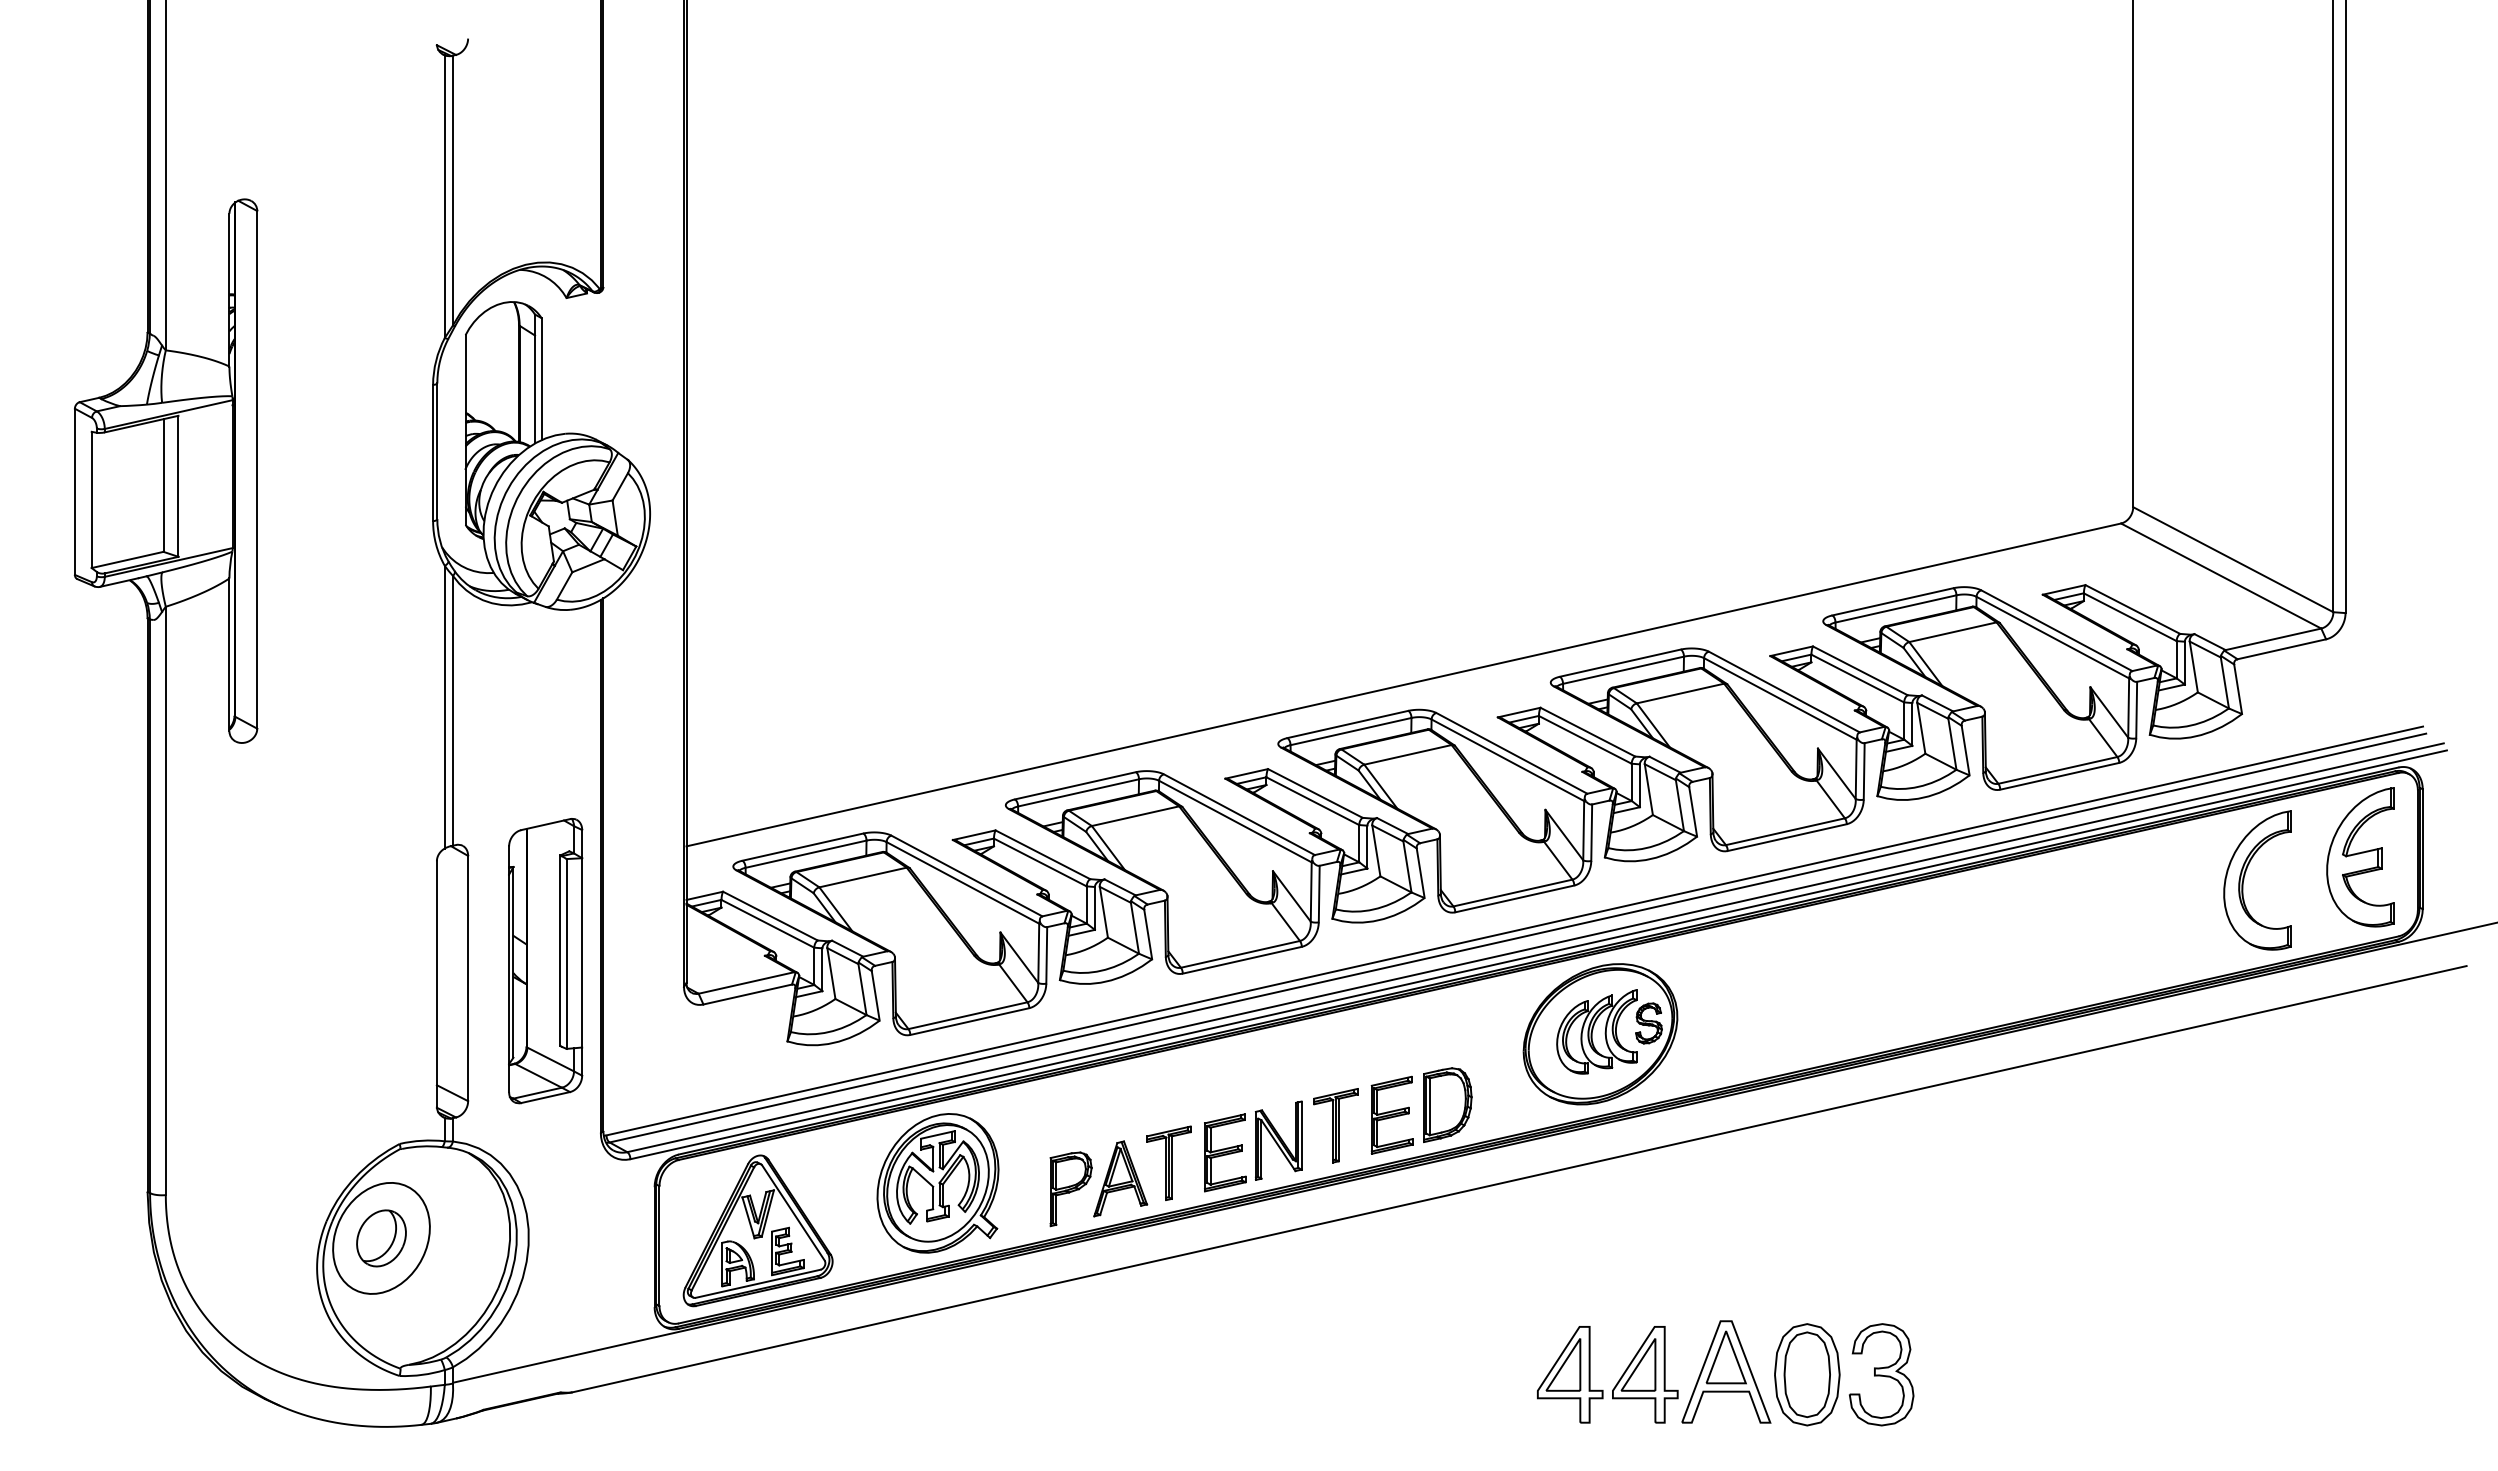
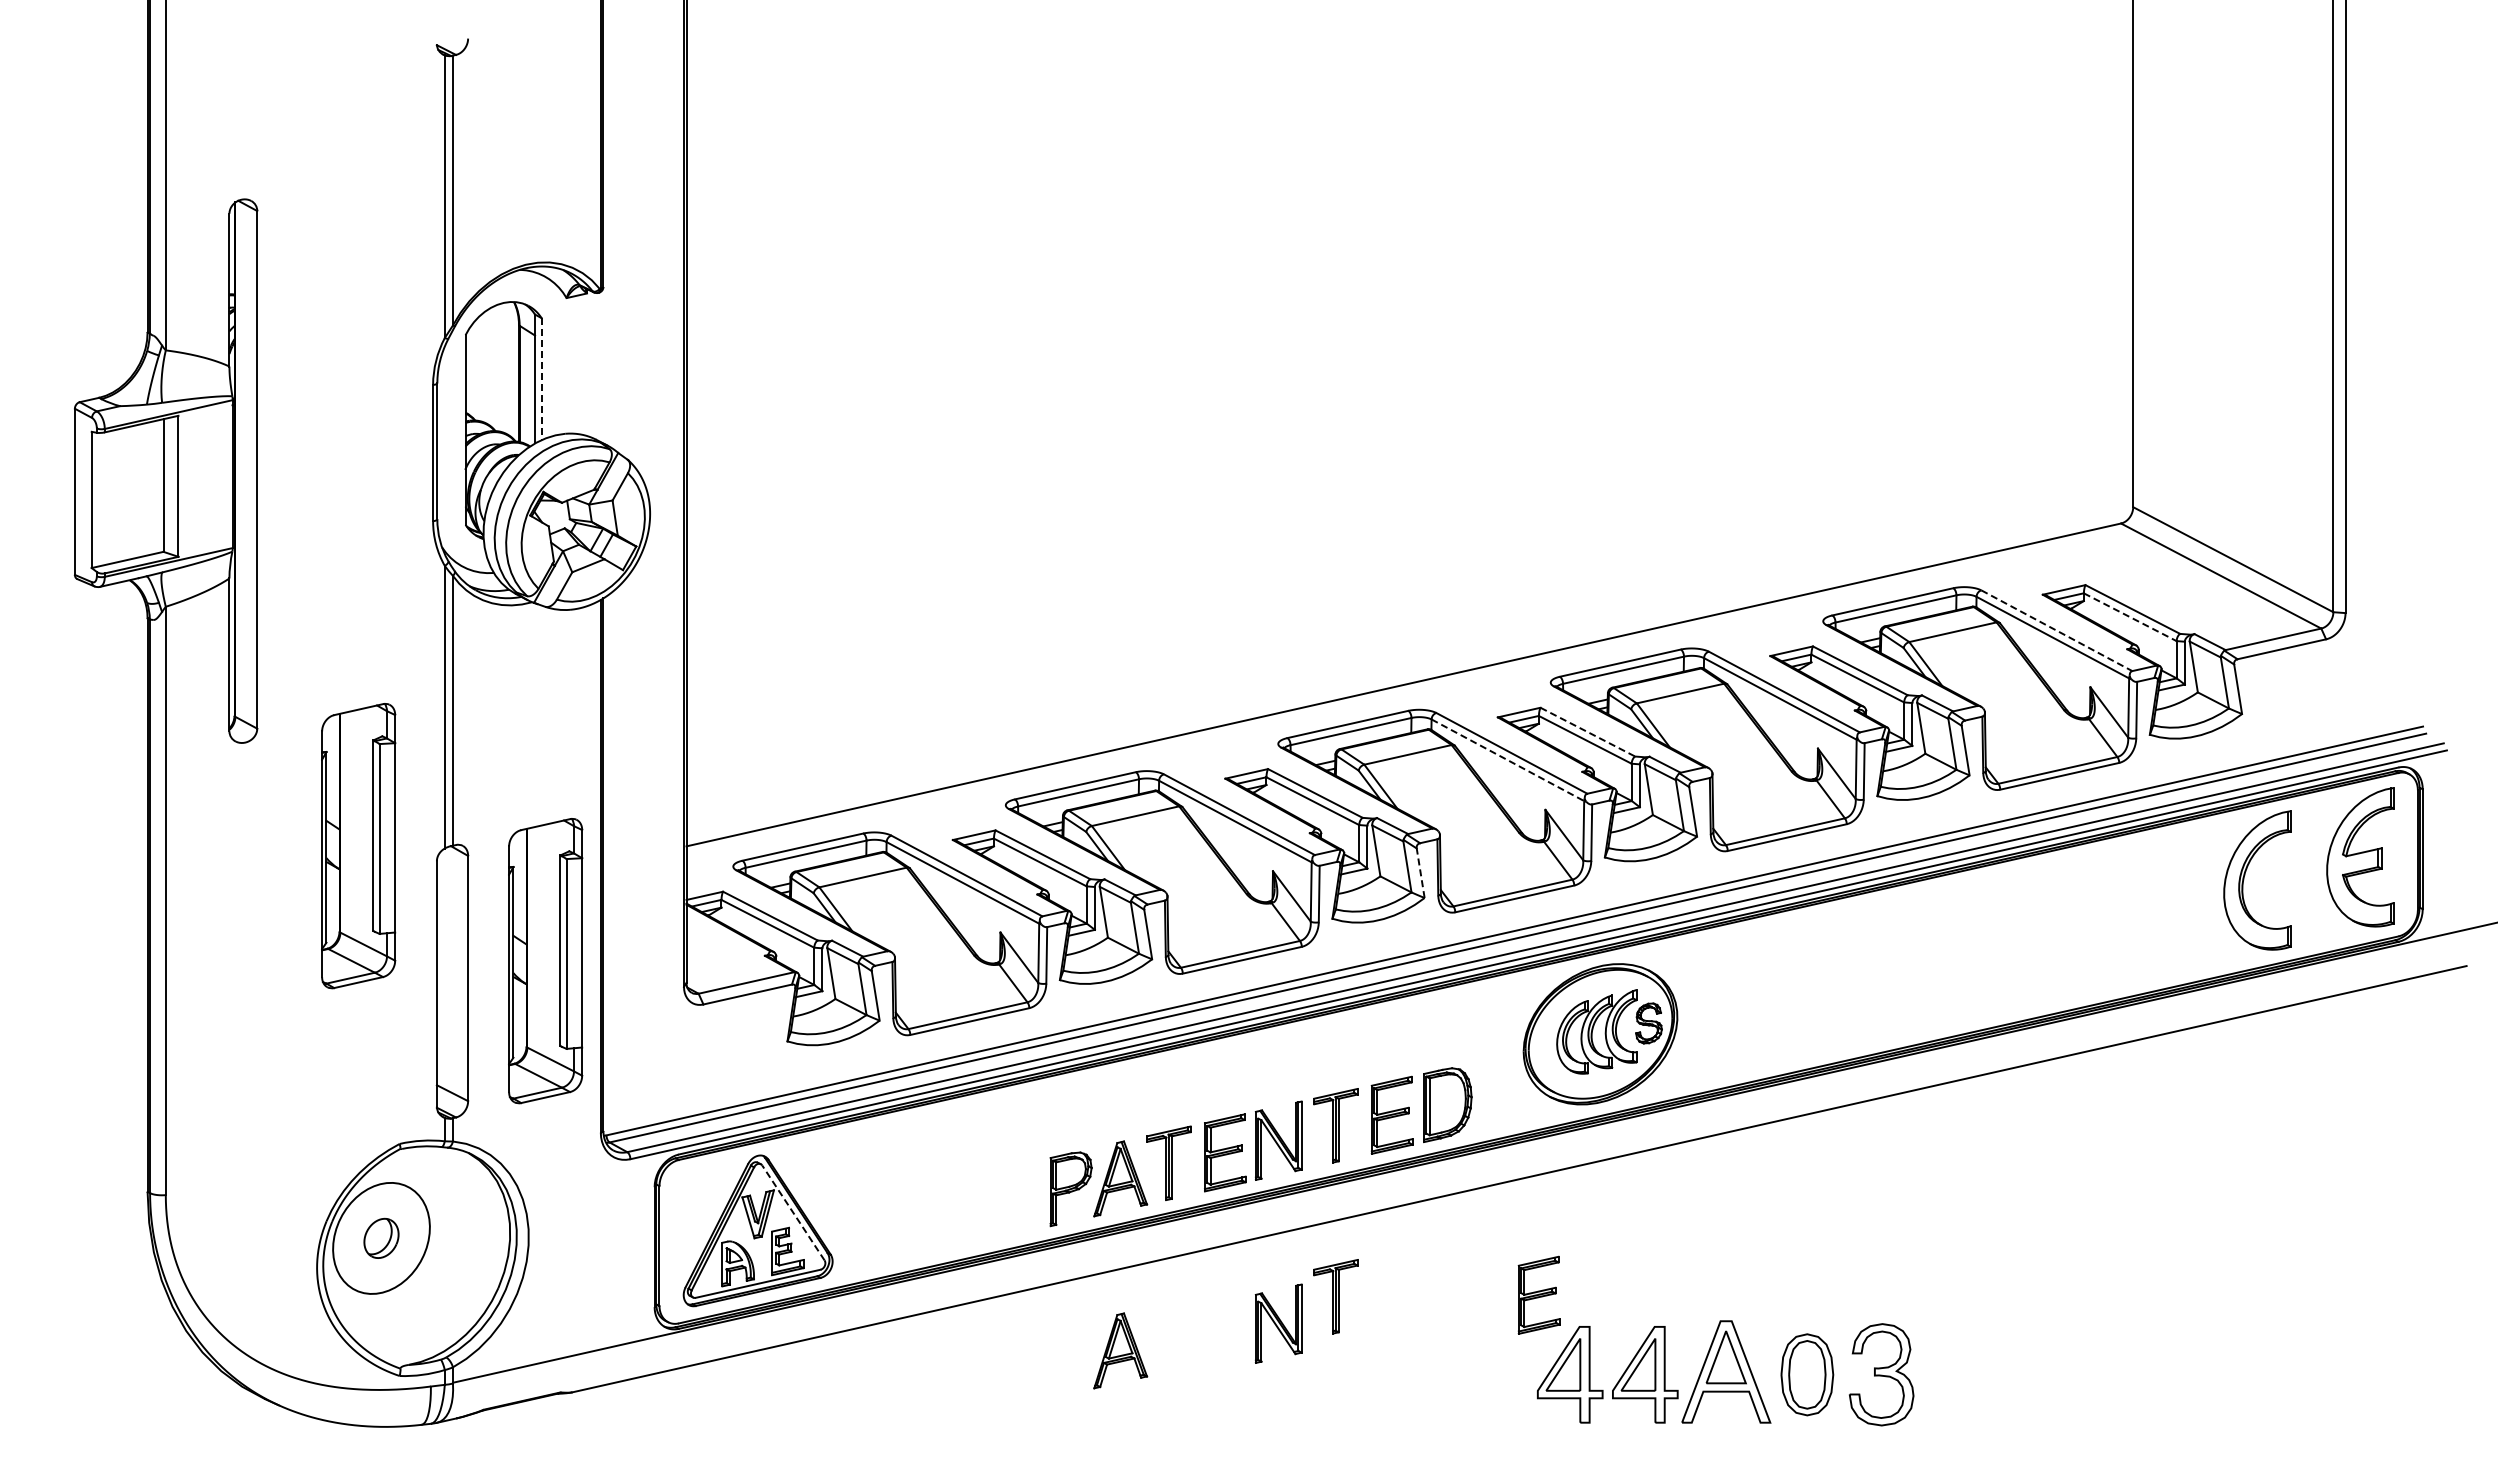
line at (541, 379): solid -> dashed
line at (2130, 617): solid -> dashed
line at (2056, 630): solid -> dashed
line at (1588, 732): solid -> dashed
line at (1507, 760): solid -> dashed
part at (358, 846): none -> present
line at (1420, 872): solid -> dashed
part at (937, 1183): present -> none
line at (793, 1212): solid -> dashed
part at (381, 1238) size: 51x59 px -> 37x42 px
part at (1538, 1294): none -> present
part at (1335, 1296): none -> present
part at (1278, 1323): none -> present
part at (1120, 1350): none -> present
part at (1807, 1374) size: 67x104 px -> 55x84 px
